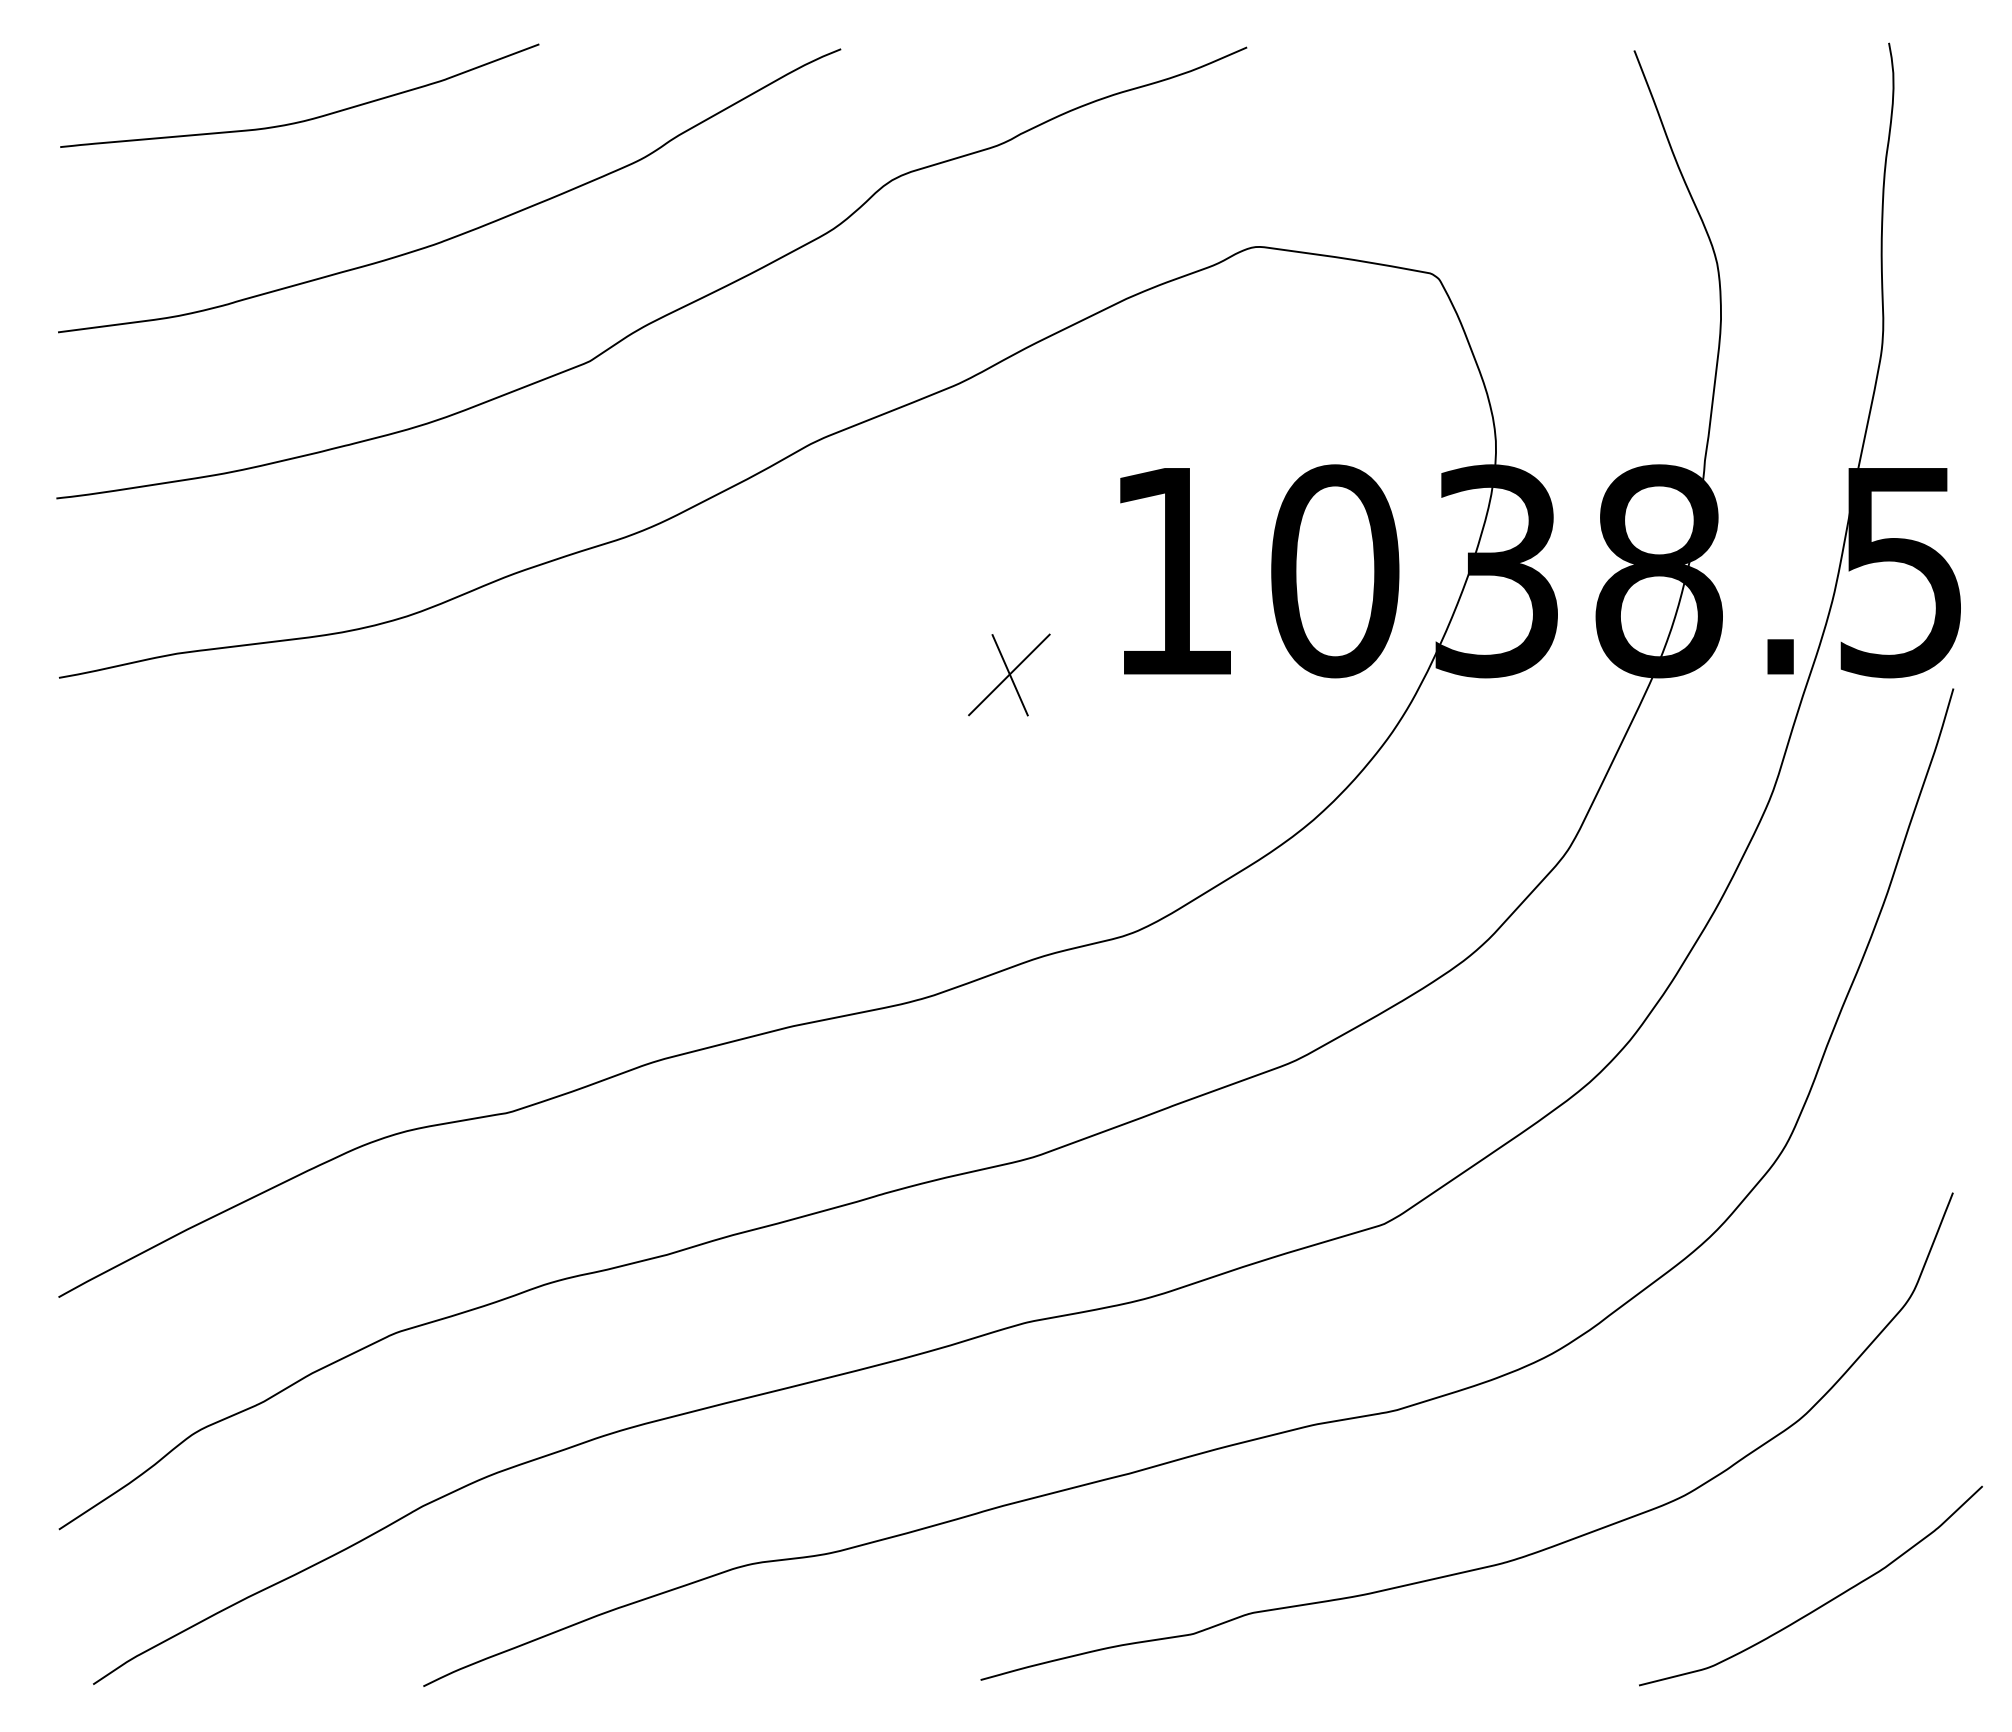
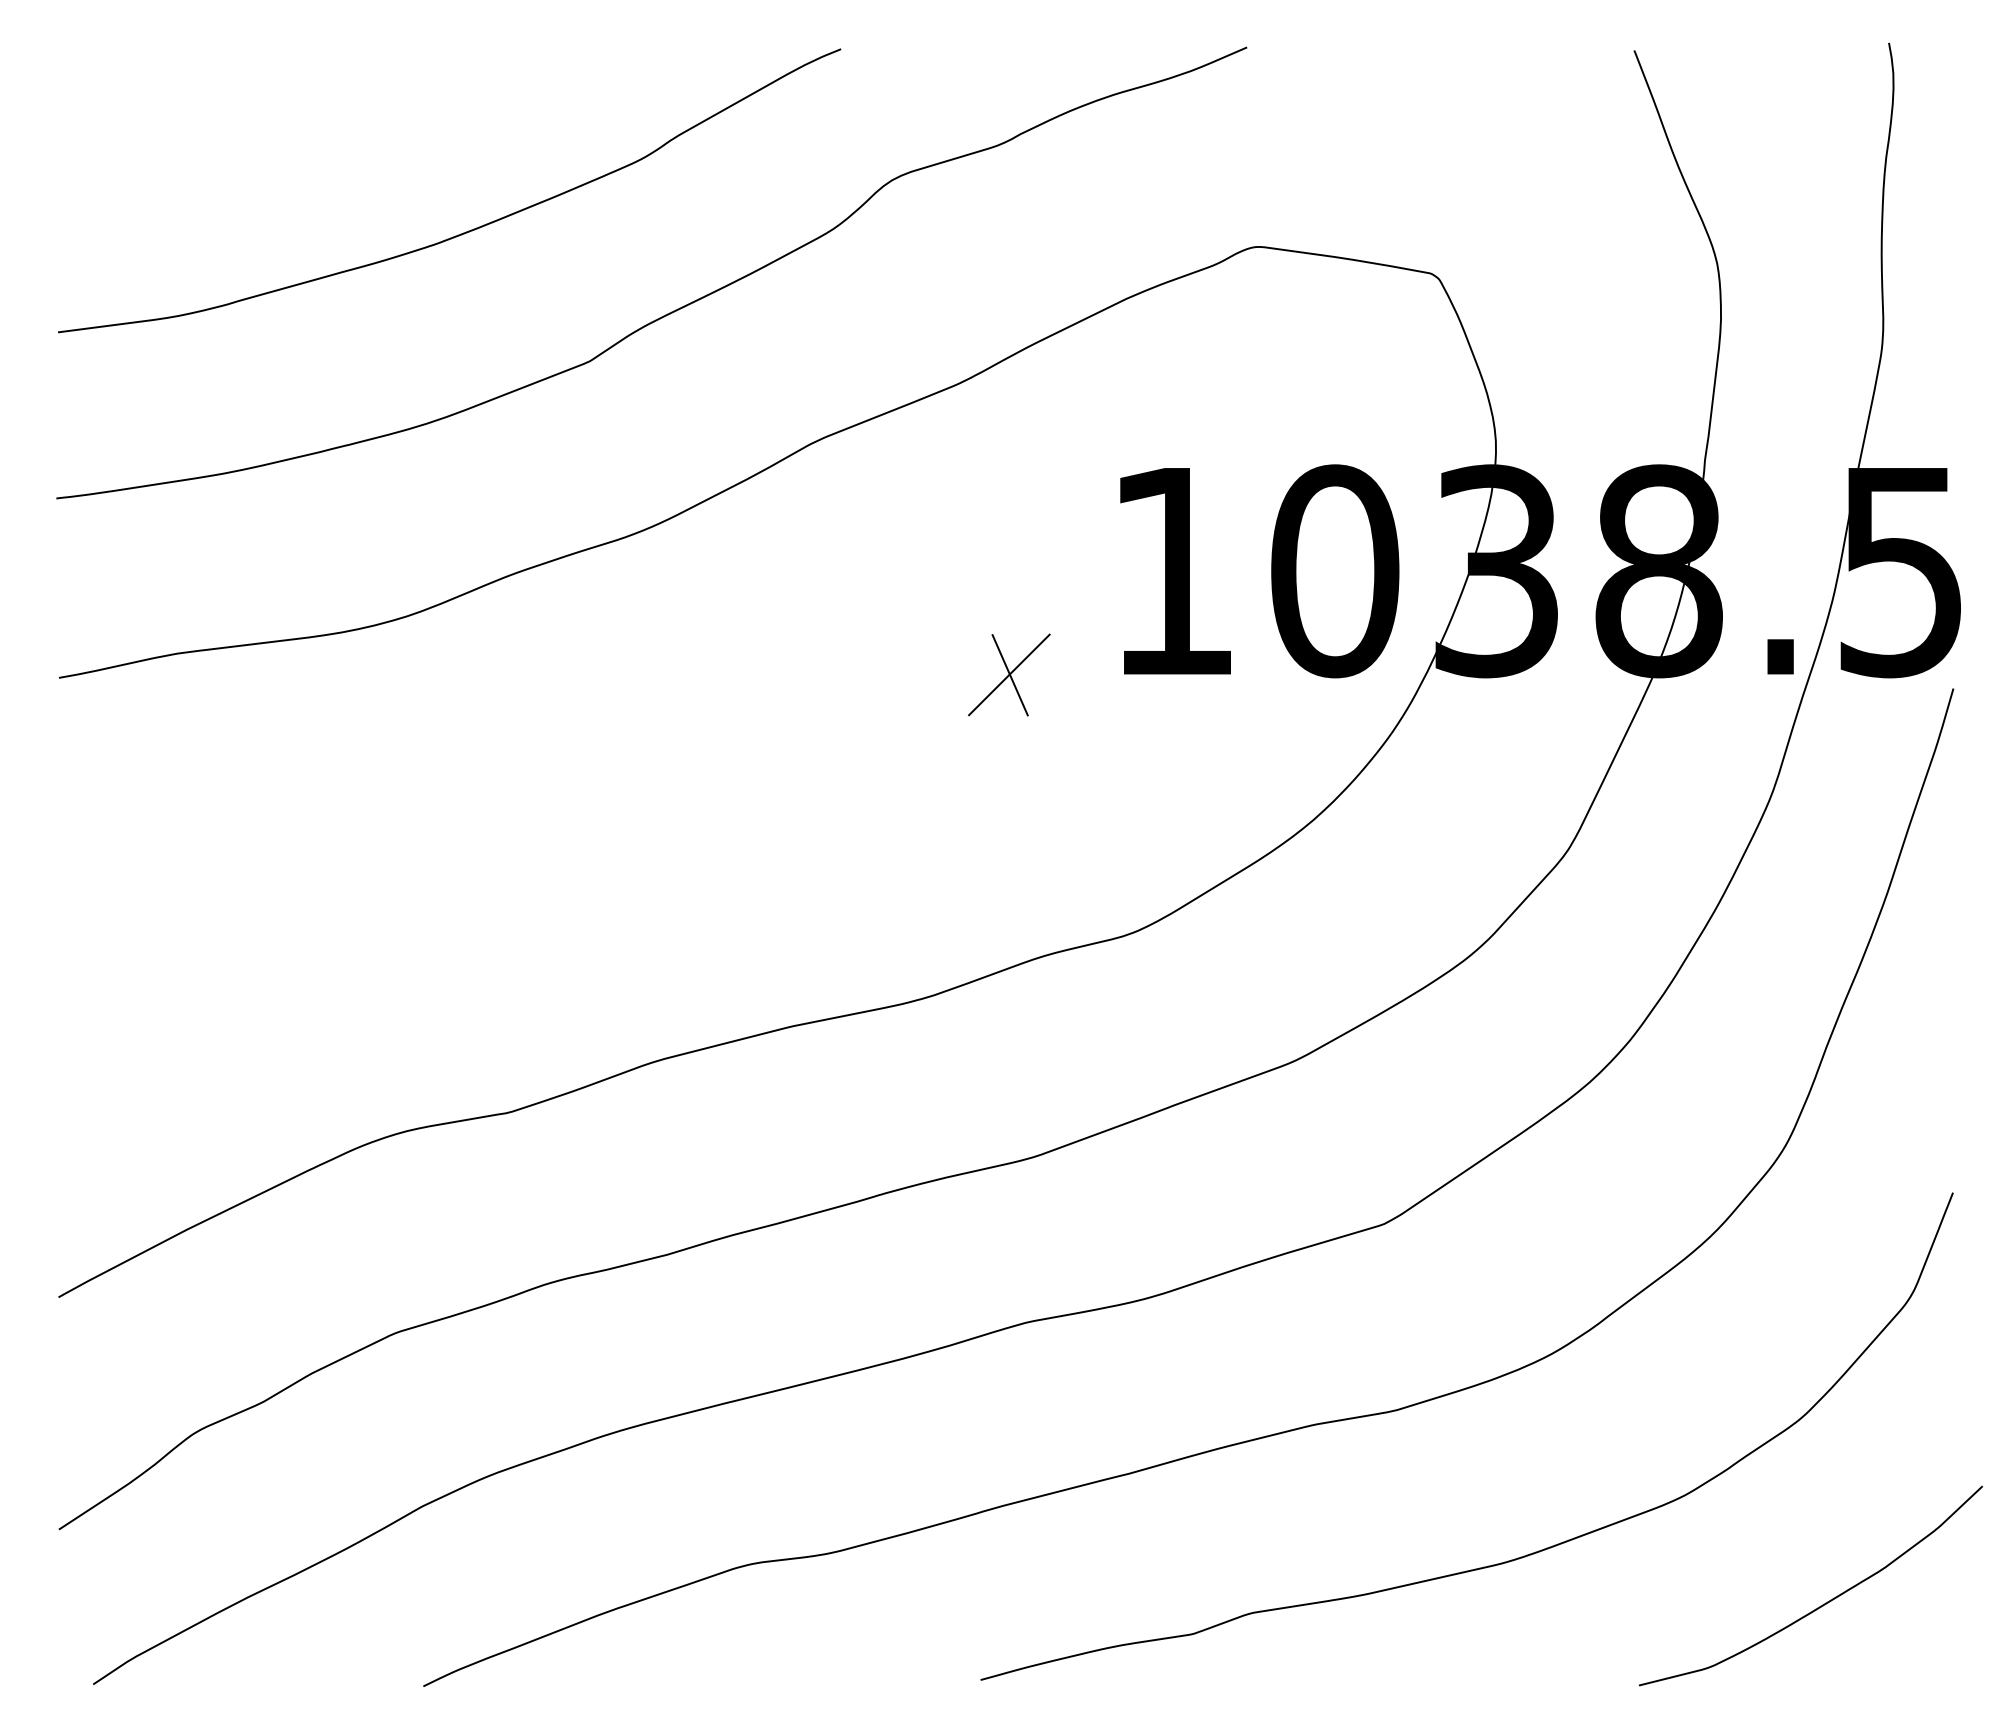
curve at (305, 119): present -> none
